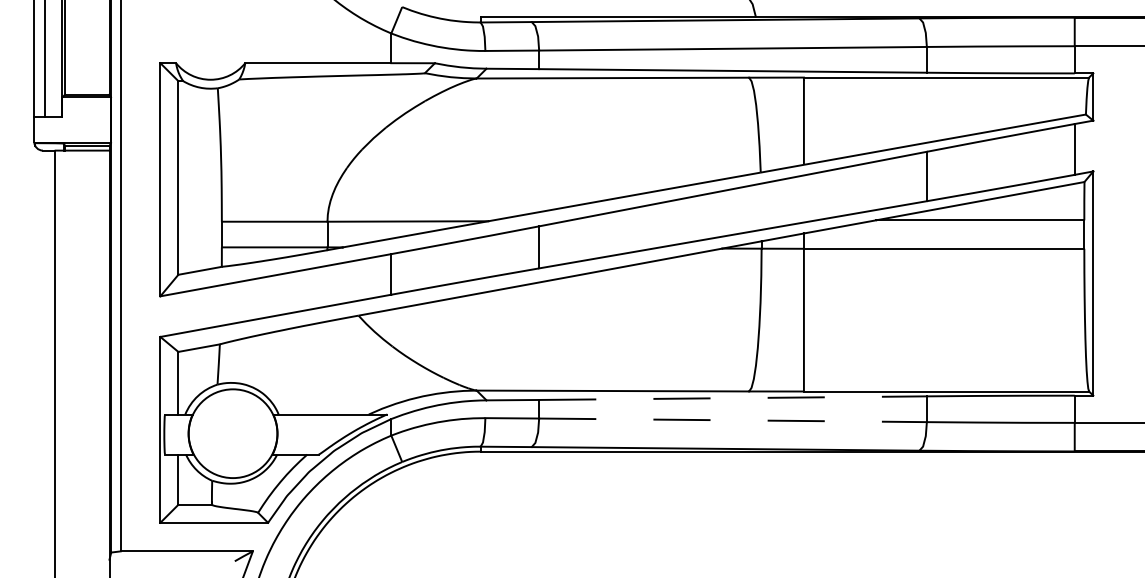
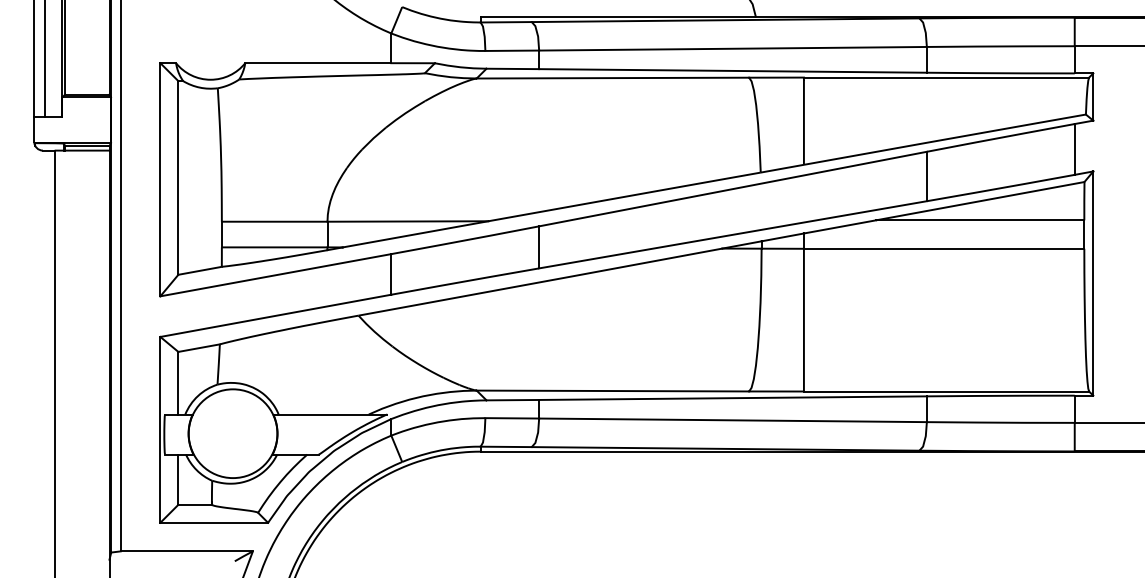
line at (733, 398): dashed -> solid
line at (733, 420): dashed -> solid
